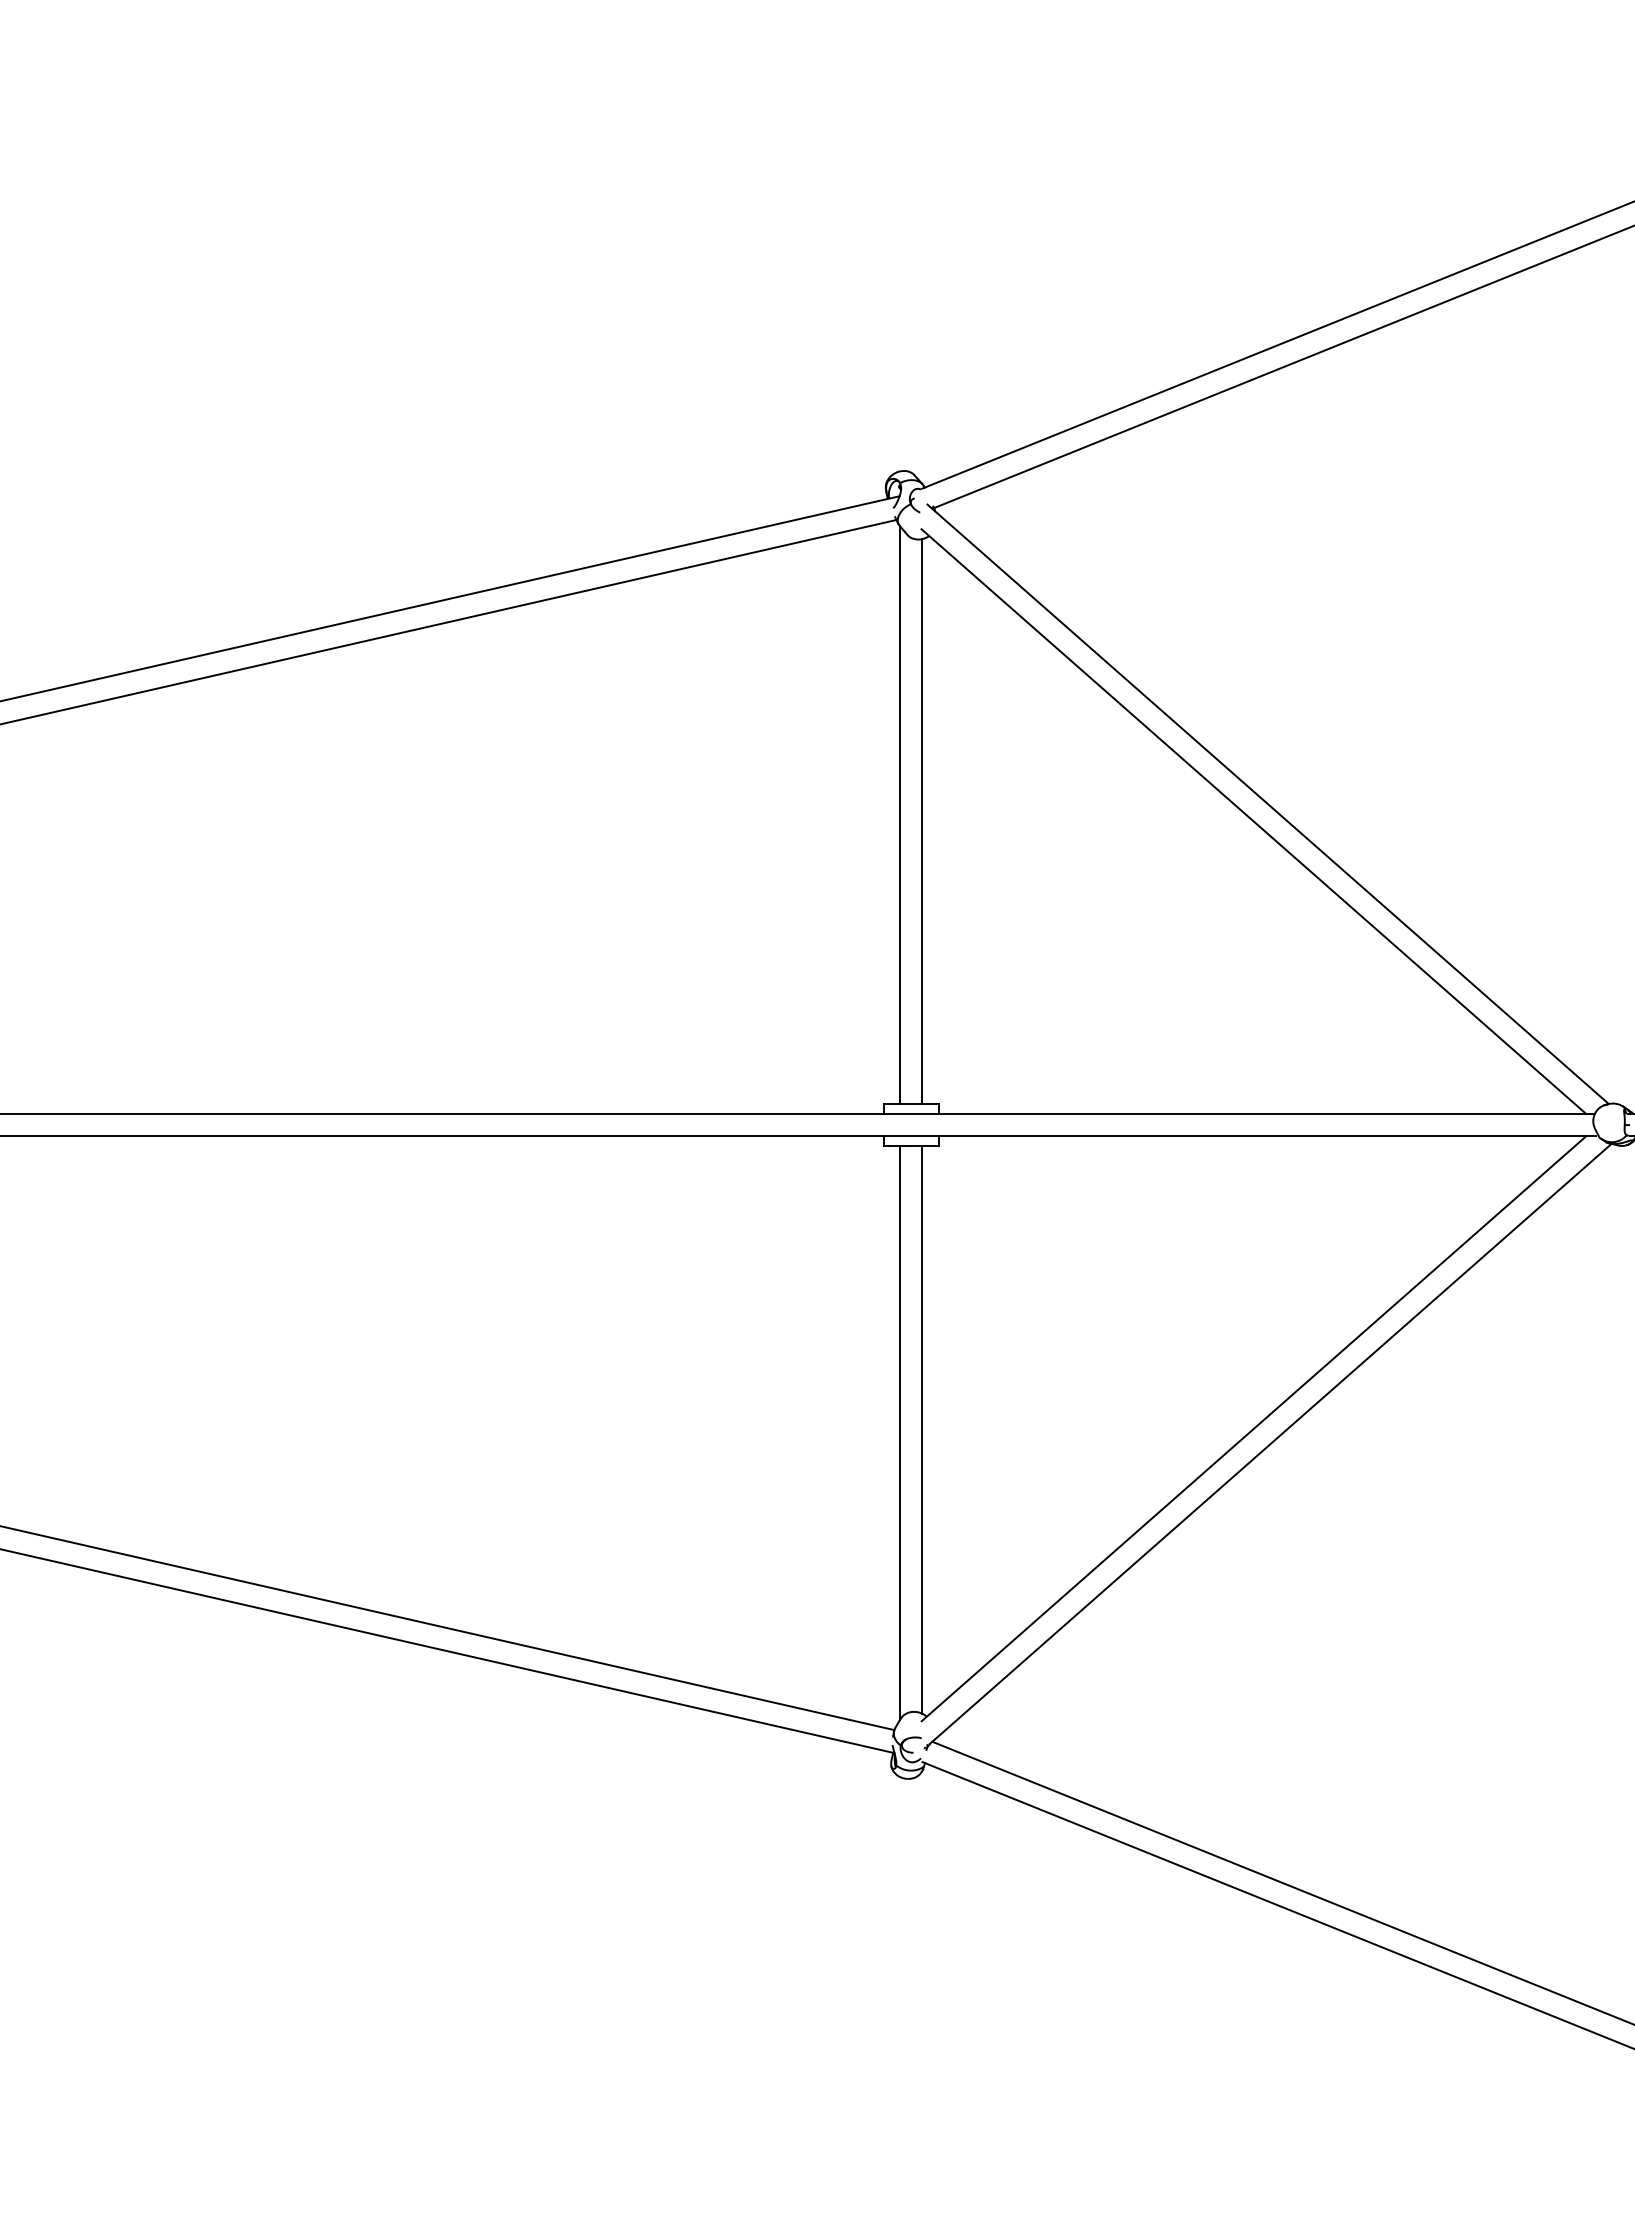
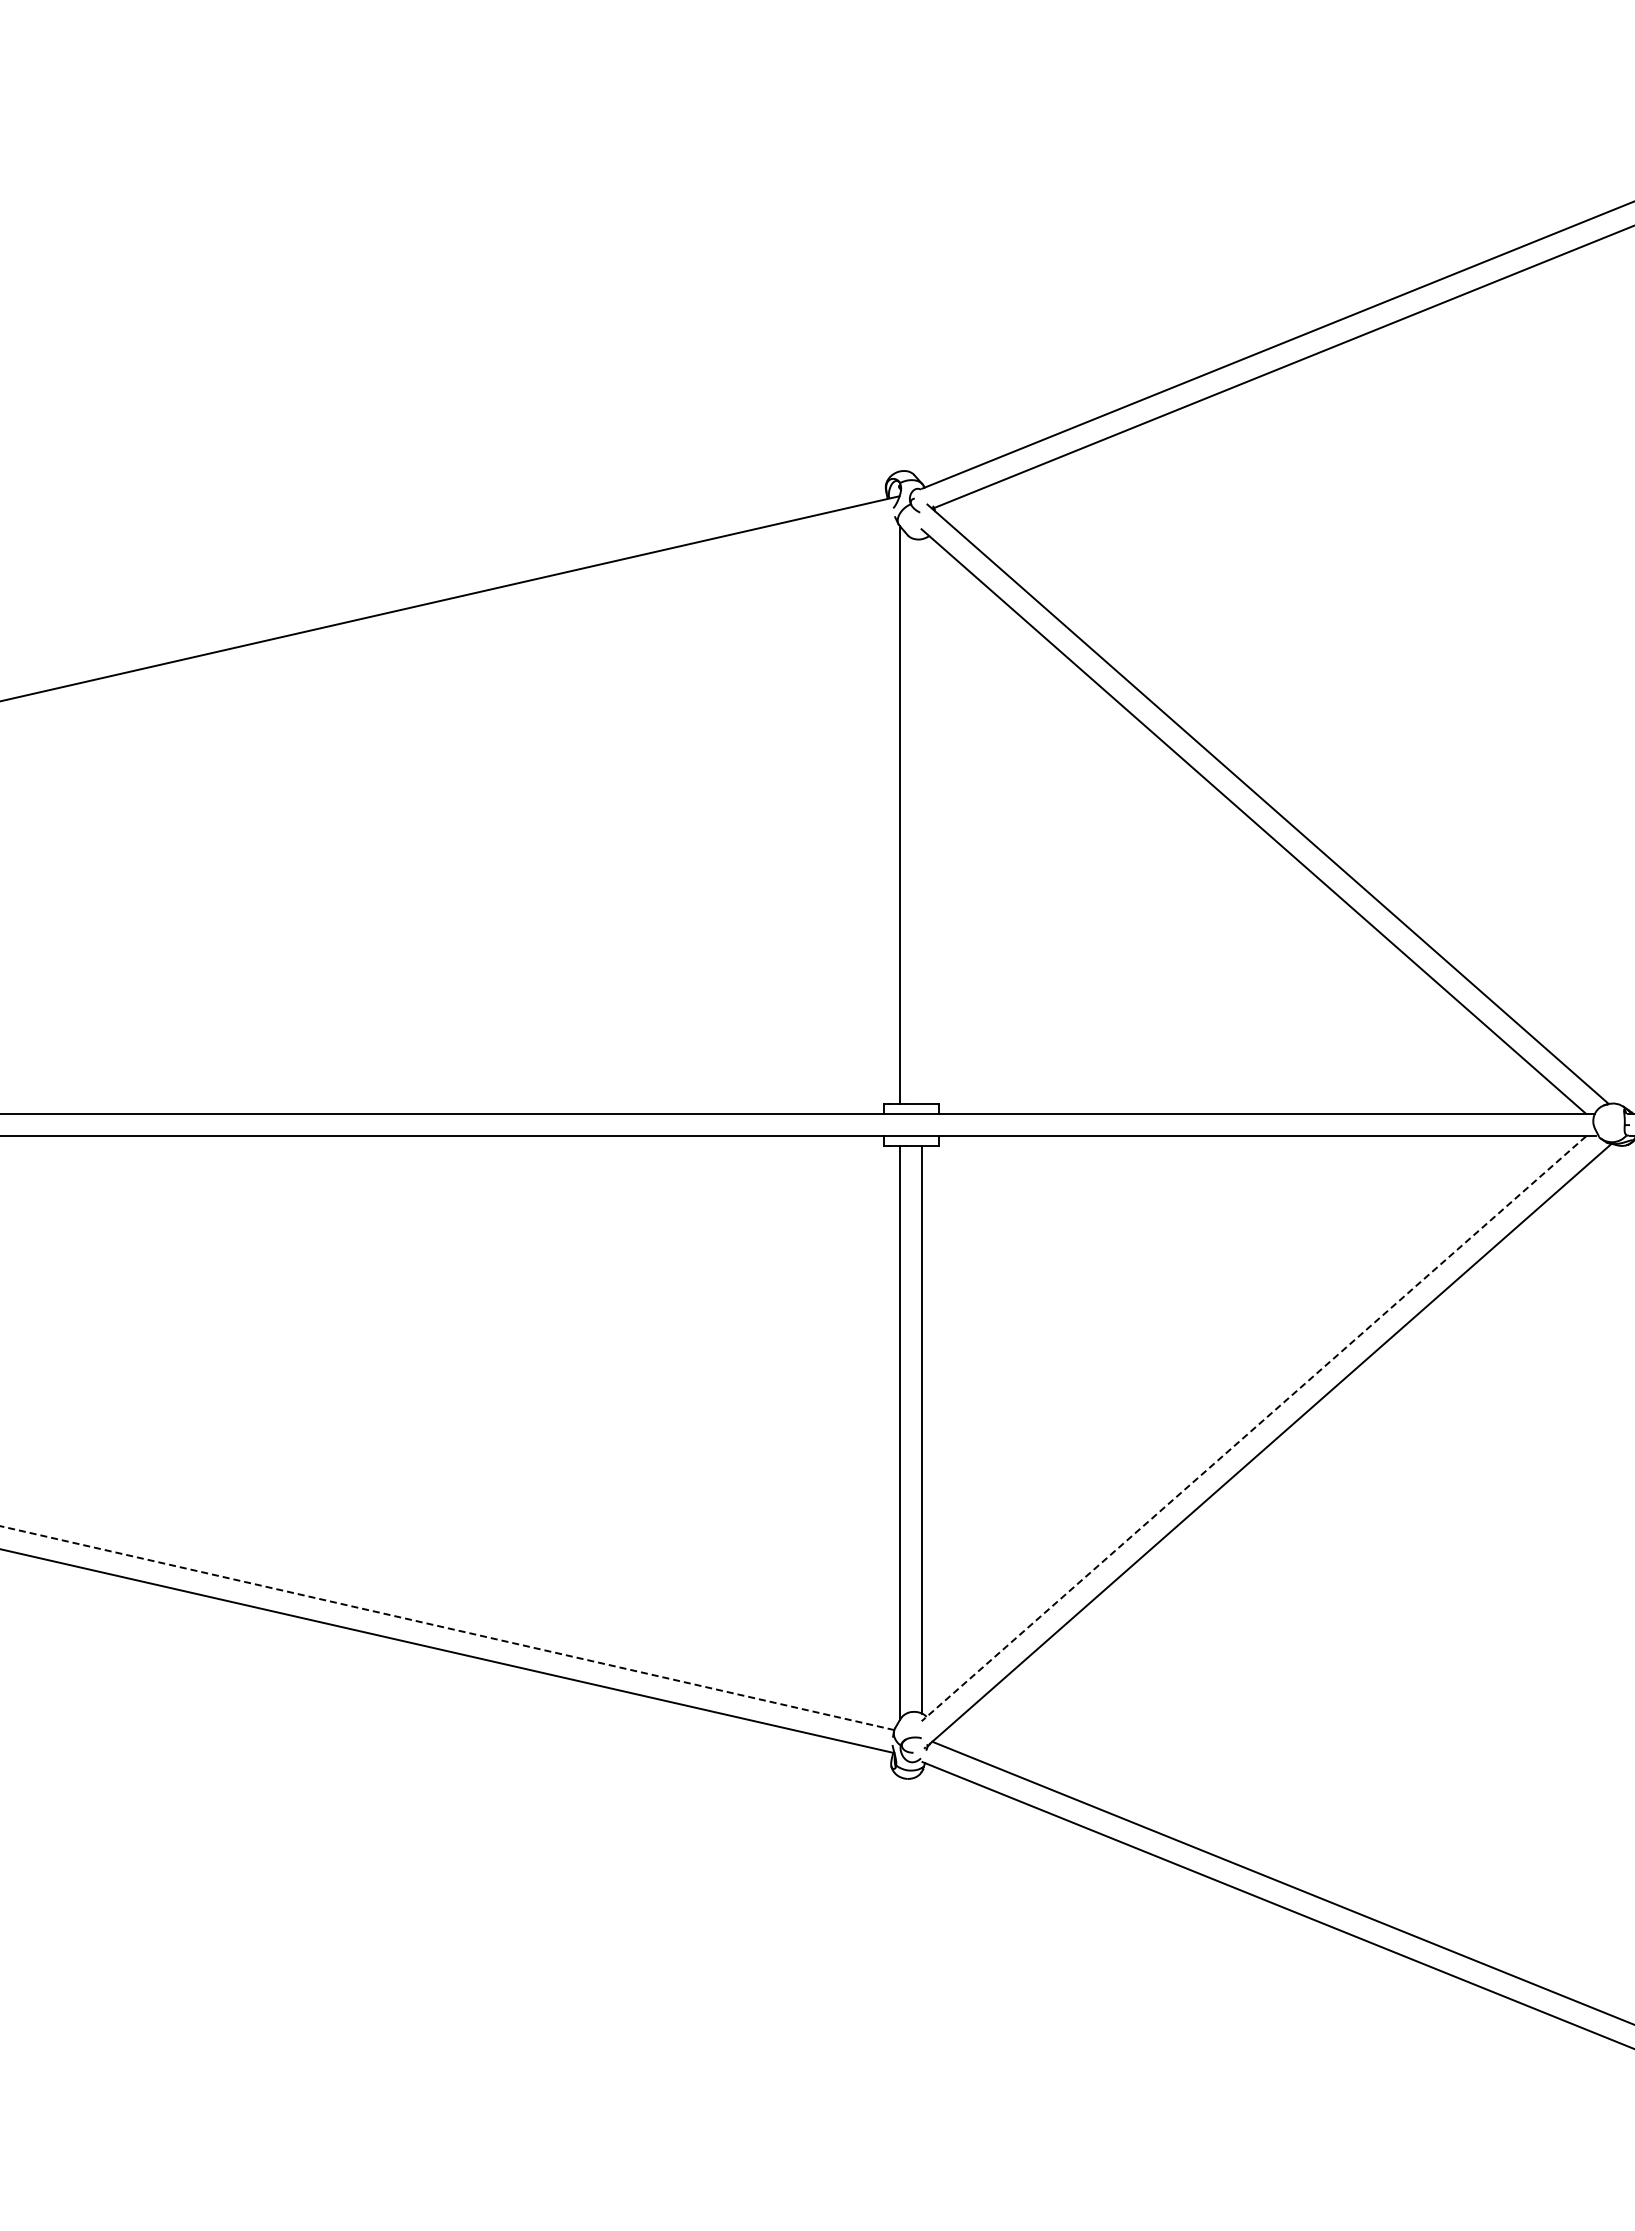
line at (449, 621): present -> none
line at (922, 821): present -> none
line at (1253, 1428): solid -> dashed
line at (447, 1628): solid -> dashed
